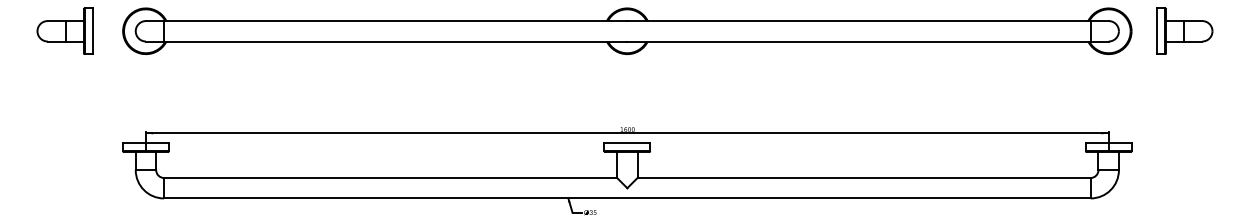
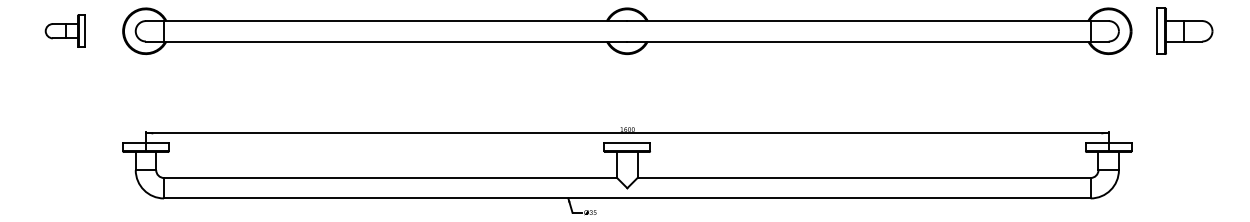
part at (64, 30) size: 58x48 px -> 42x34 px
